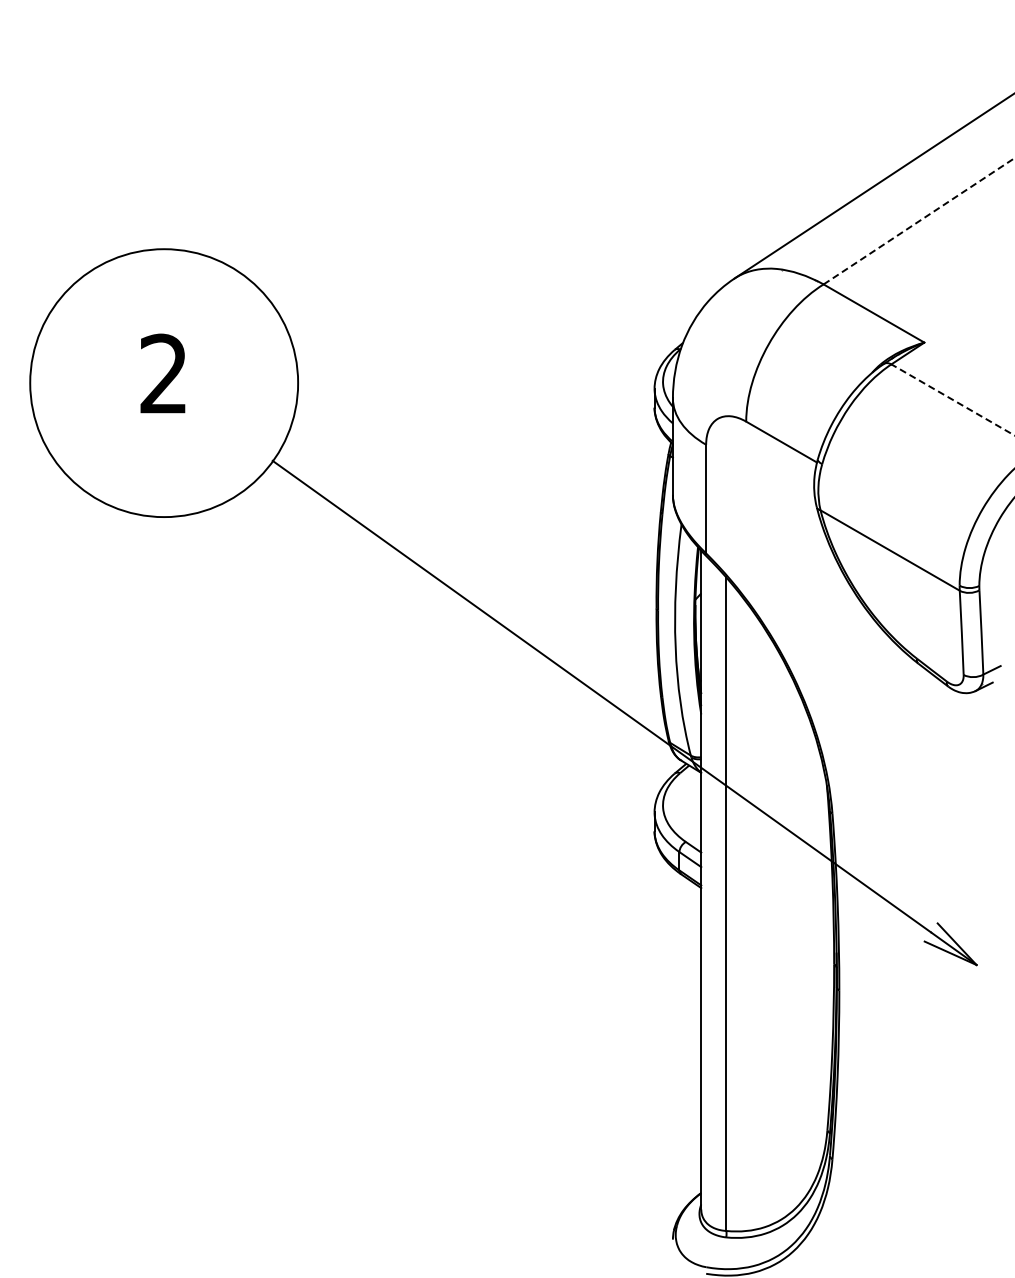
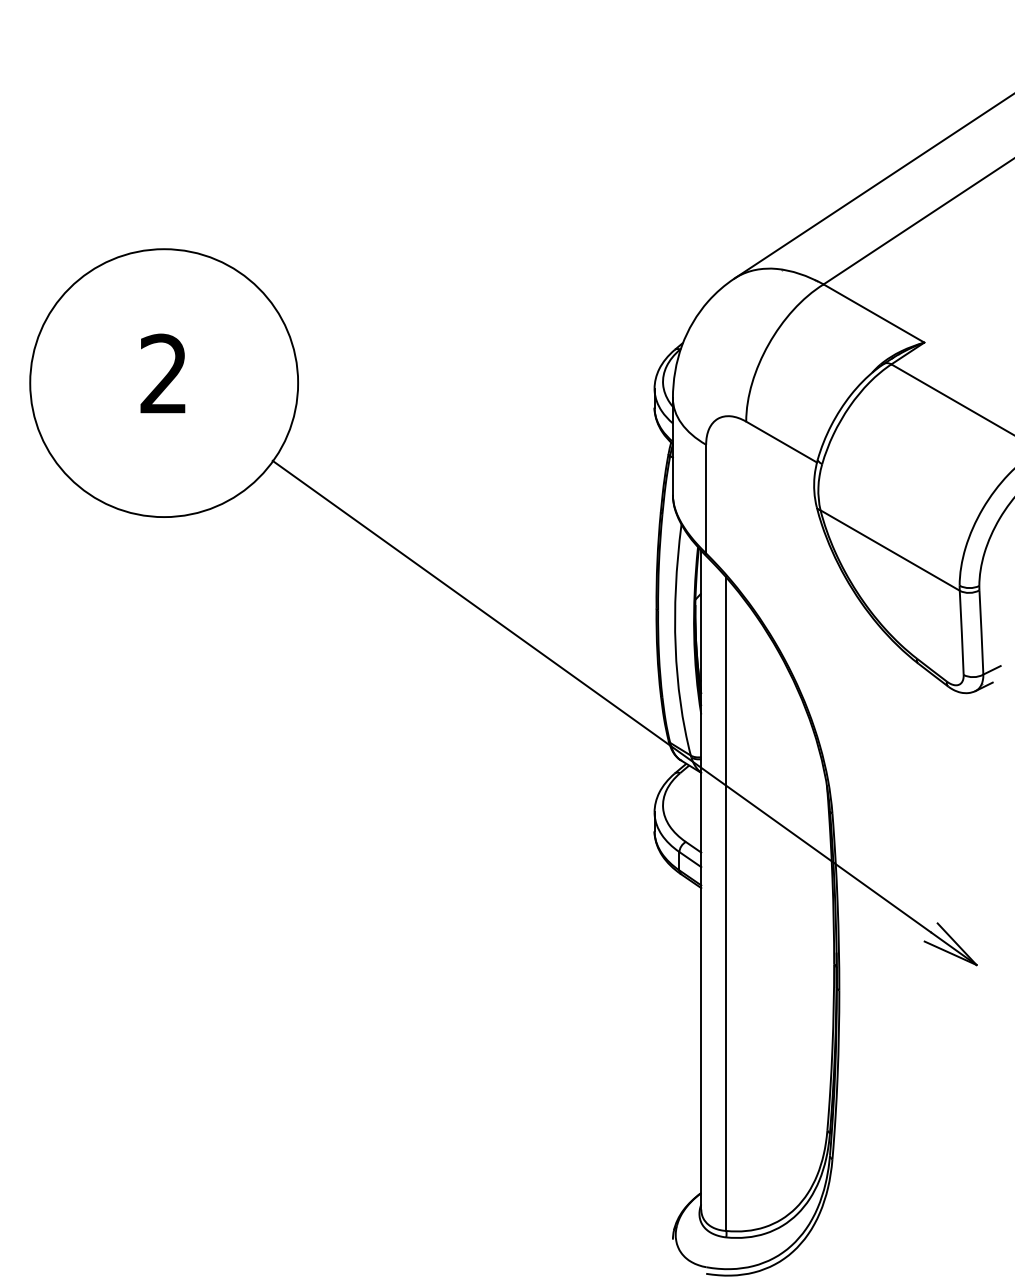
line at (919, 221): dashed -> solid
line at (952, 399): dashed -> solid
